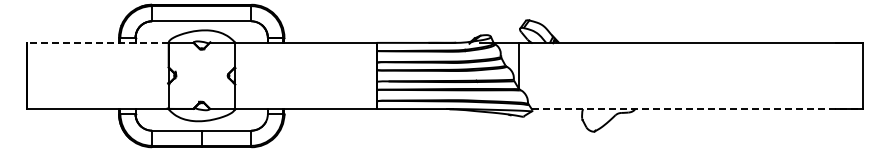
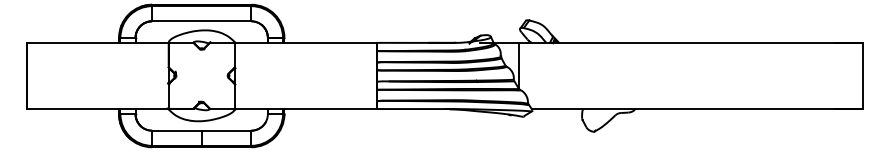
line at (97, 42): dashed -> solid
line at (697, 109): dashed -> solid
